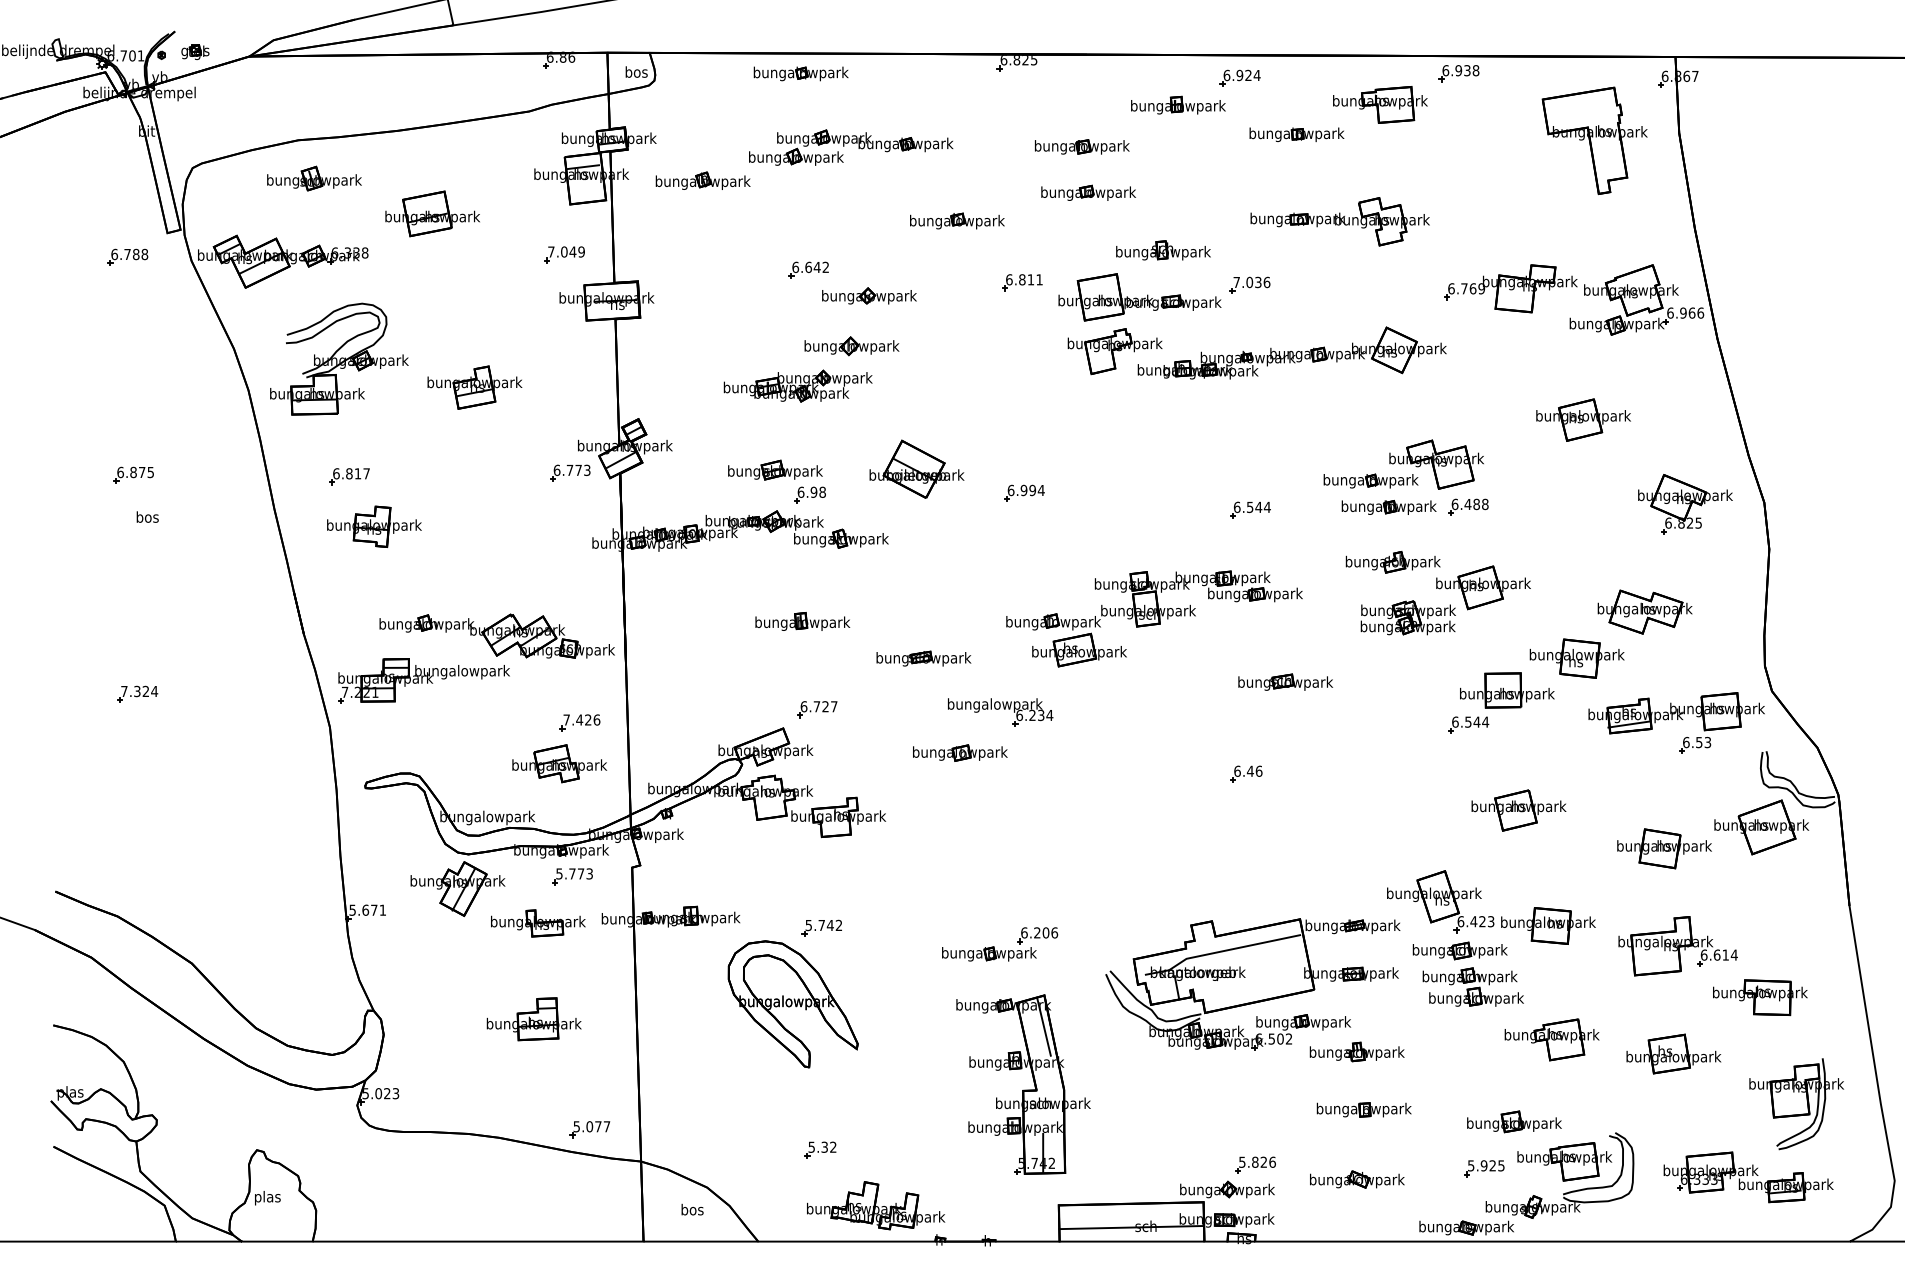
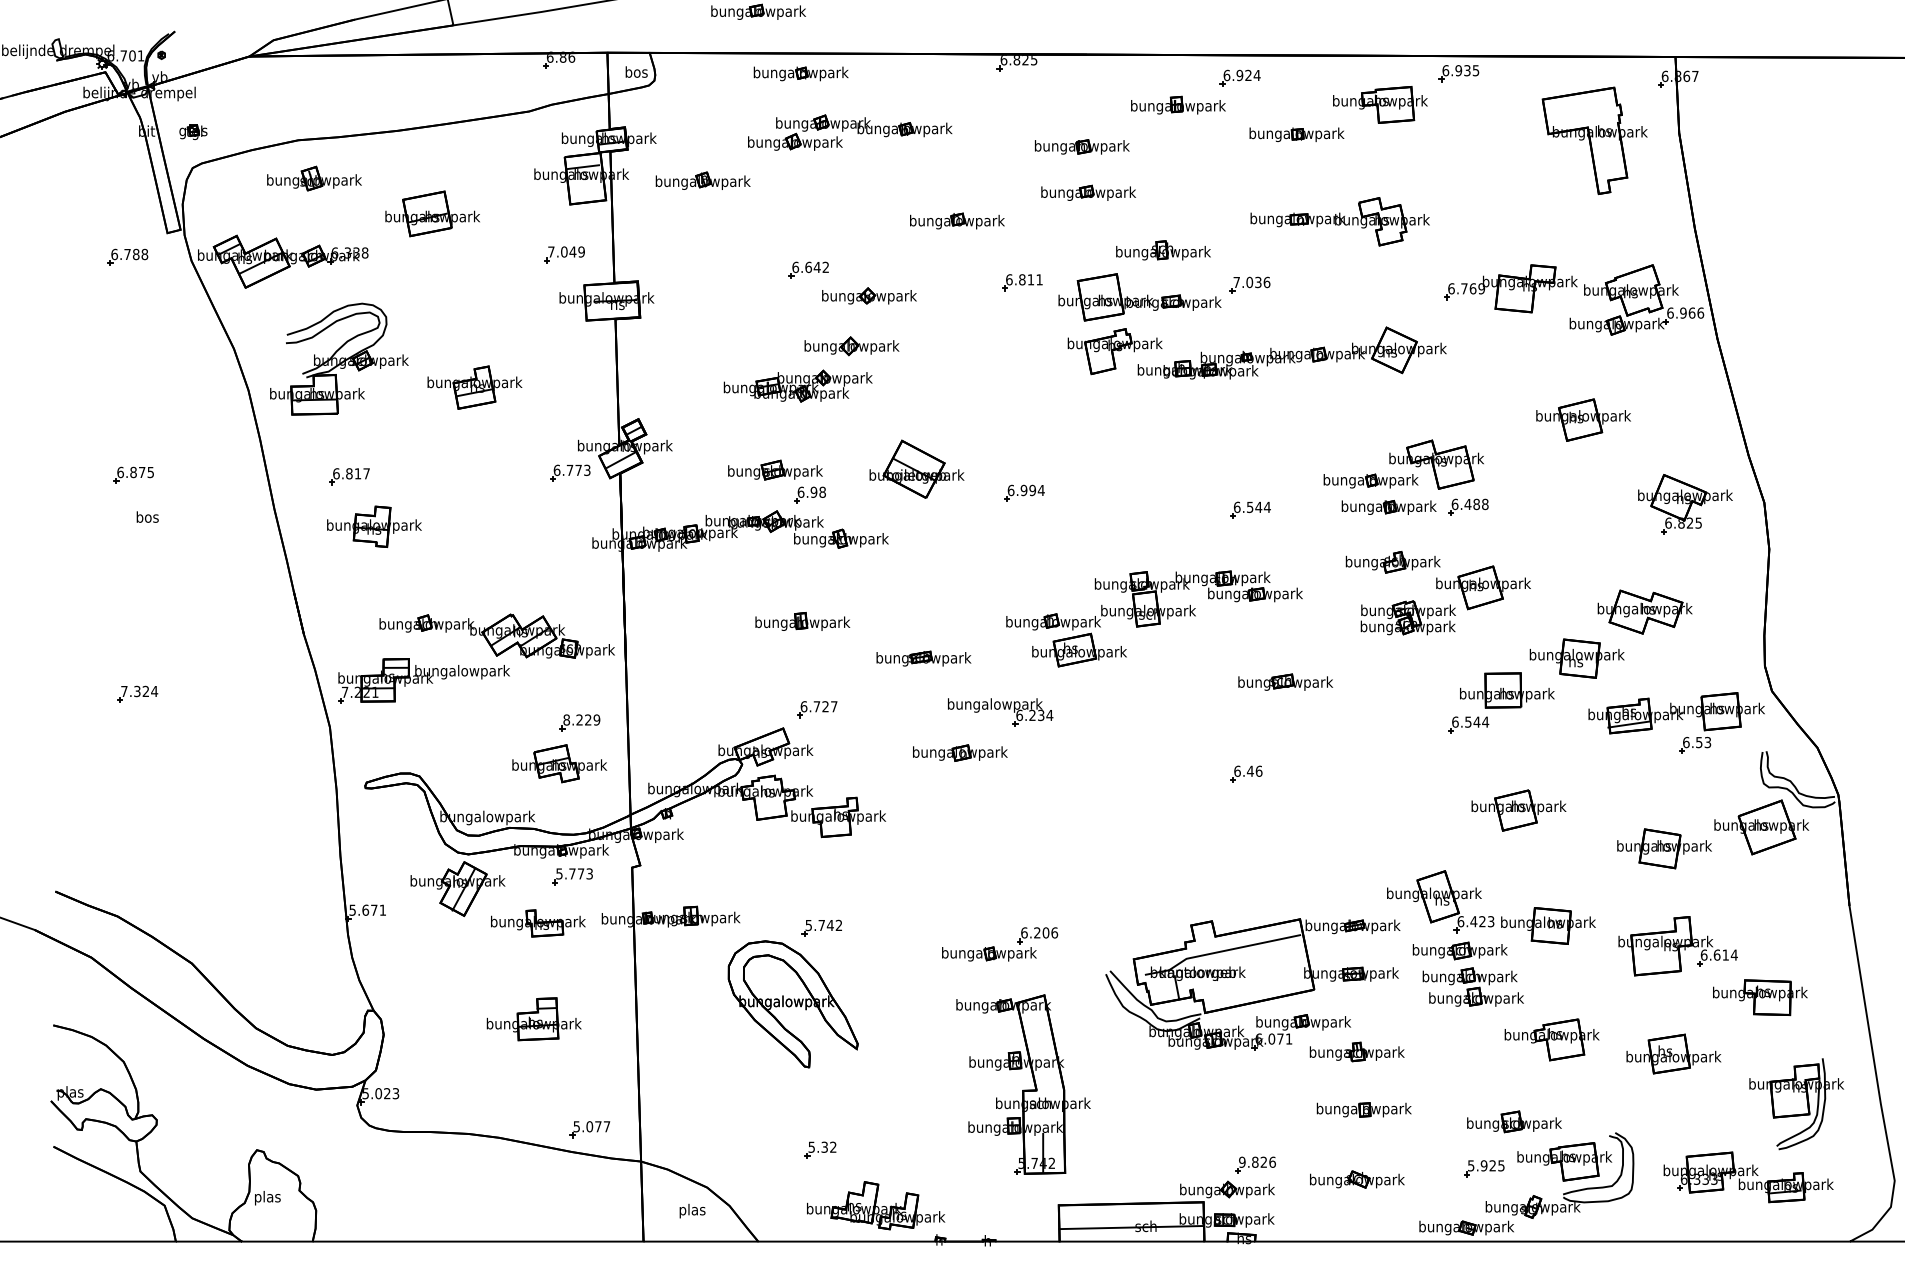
part at (758, 11): none -> present
part at (195, 52) position: (195, 52) -> (193, 132)
text at (1475, 70): 6.938 -> 6.935
part at (851, 147) position: (851, 147) -> (850, 132)
text at (581, 719): 7.426 -> 8.229
line at (1043, 1026): present -> none
text at (1279, 1038): 6.502 -> 6.071
text at (1242, 1161): 5.826 -> 9.826
text at (692, 1210): bos -> plas
